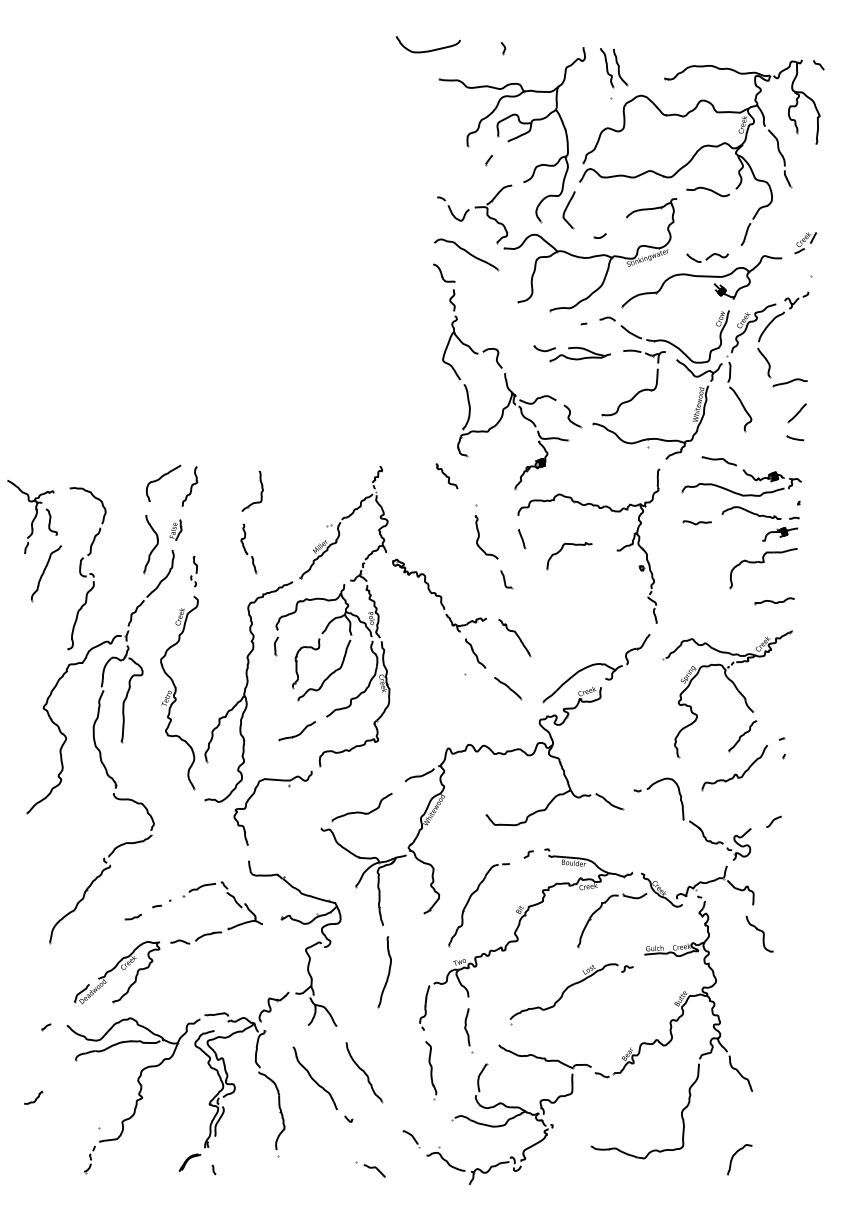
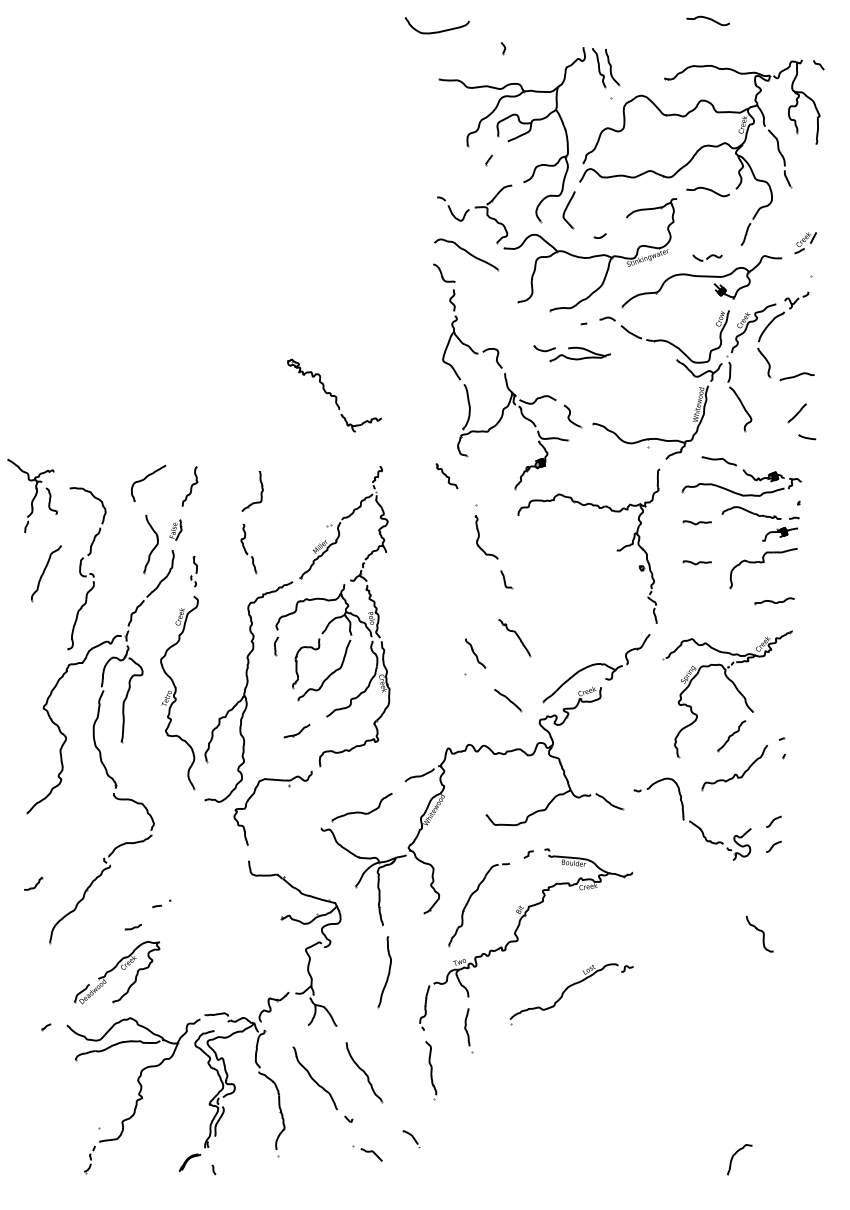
curve at (707, 19): none -> present
curve at (427, 50) position: (427, 50) -> (436, 31)
part at (614, 68) position: (614, 68) -> (606, 68)
part at (707, 257) size: 43x10 px -> 31x8 px
part at (789, 382) position: (789, 382) -> (796, 376)
part at (638, 391): present -> none
line at (795, 438) position: (795, 438) -> (807, 437)
curve at (160, 479) position: (160, 479) -> (145, 479)
part at (32, 517) position: (32, 517) -> (32, 496)
line at (522, 539): present -> none
part at (562, 549): present -> none
part at (696, 562): none -> present
part at (439, 595) position: (439, 595) -> (334, 395)
part at (508, 688) position: (508, 688) -> (508, 700)
part at (296, 731) size: 38x21 px -> 28x15 px
part at (742, 736) position: (742, 736) -> (731, 736)
curve at (773, 846): none -> present
line at (132, 917) position: (132, 917) -> (132, 927)
part at (216, 931): present -> none
part at (588, 1064): present -> none
part at (33, 1097) position: (33, 1097) -> (33, 883)
part at (370, 1169) position: (370, 1169) -> (367, 1153)
